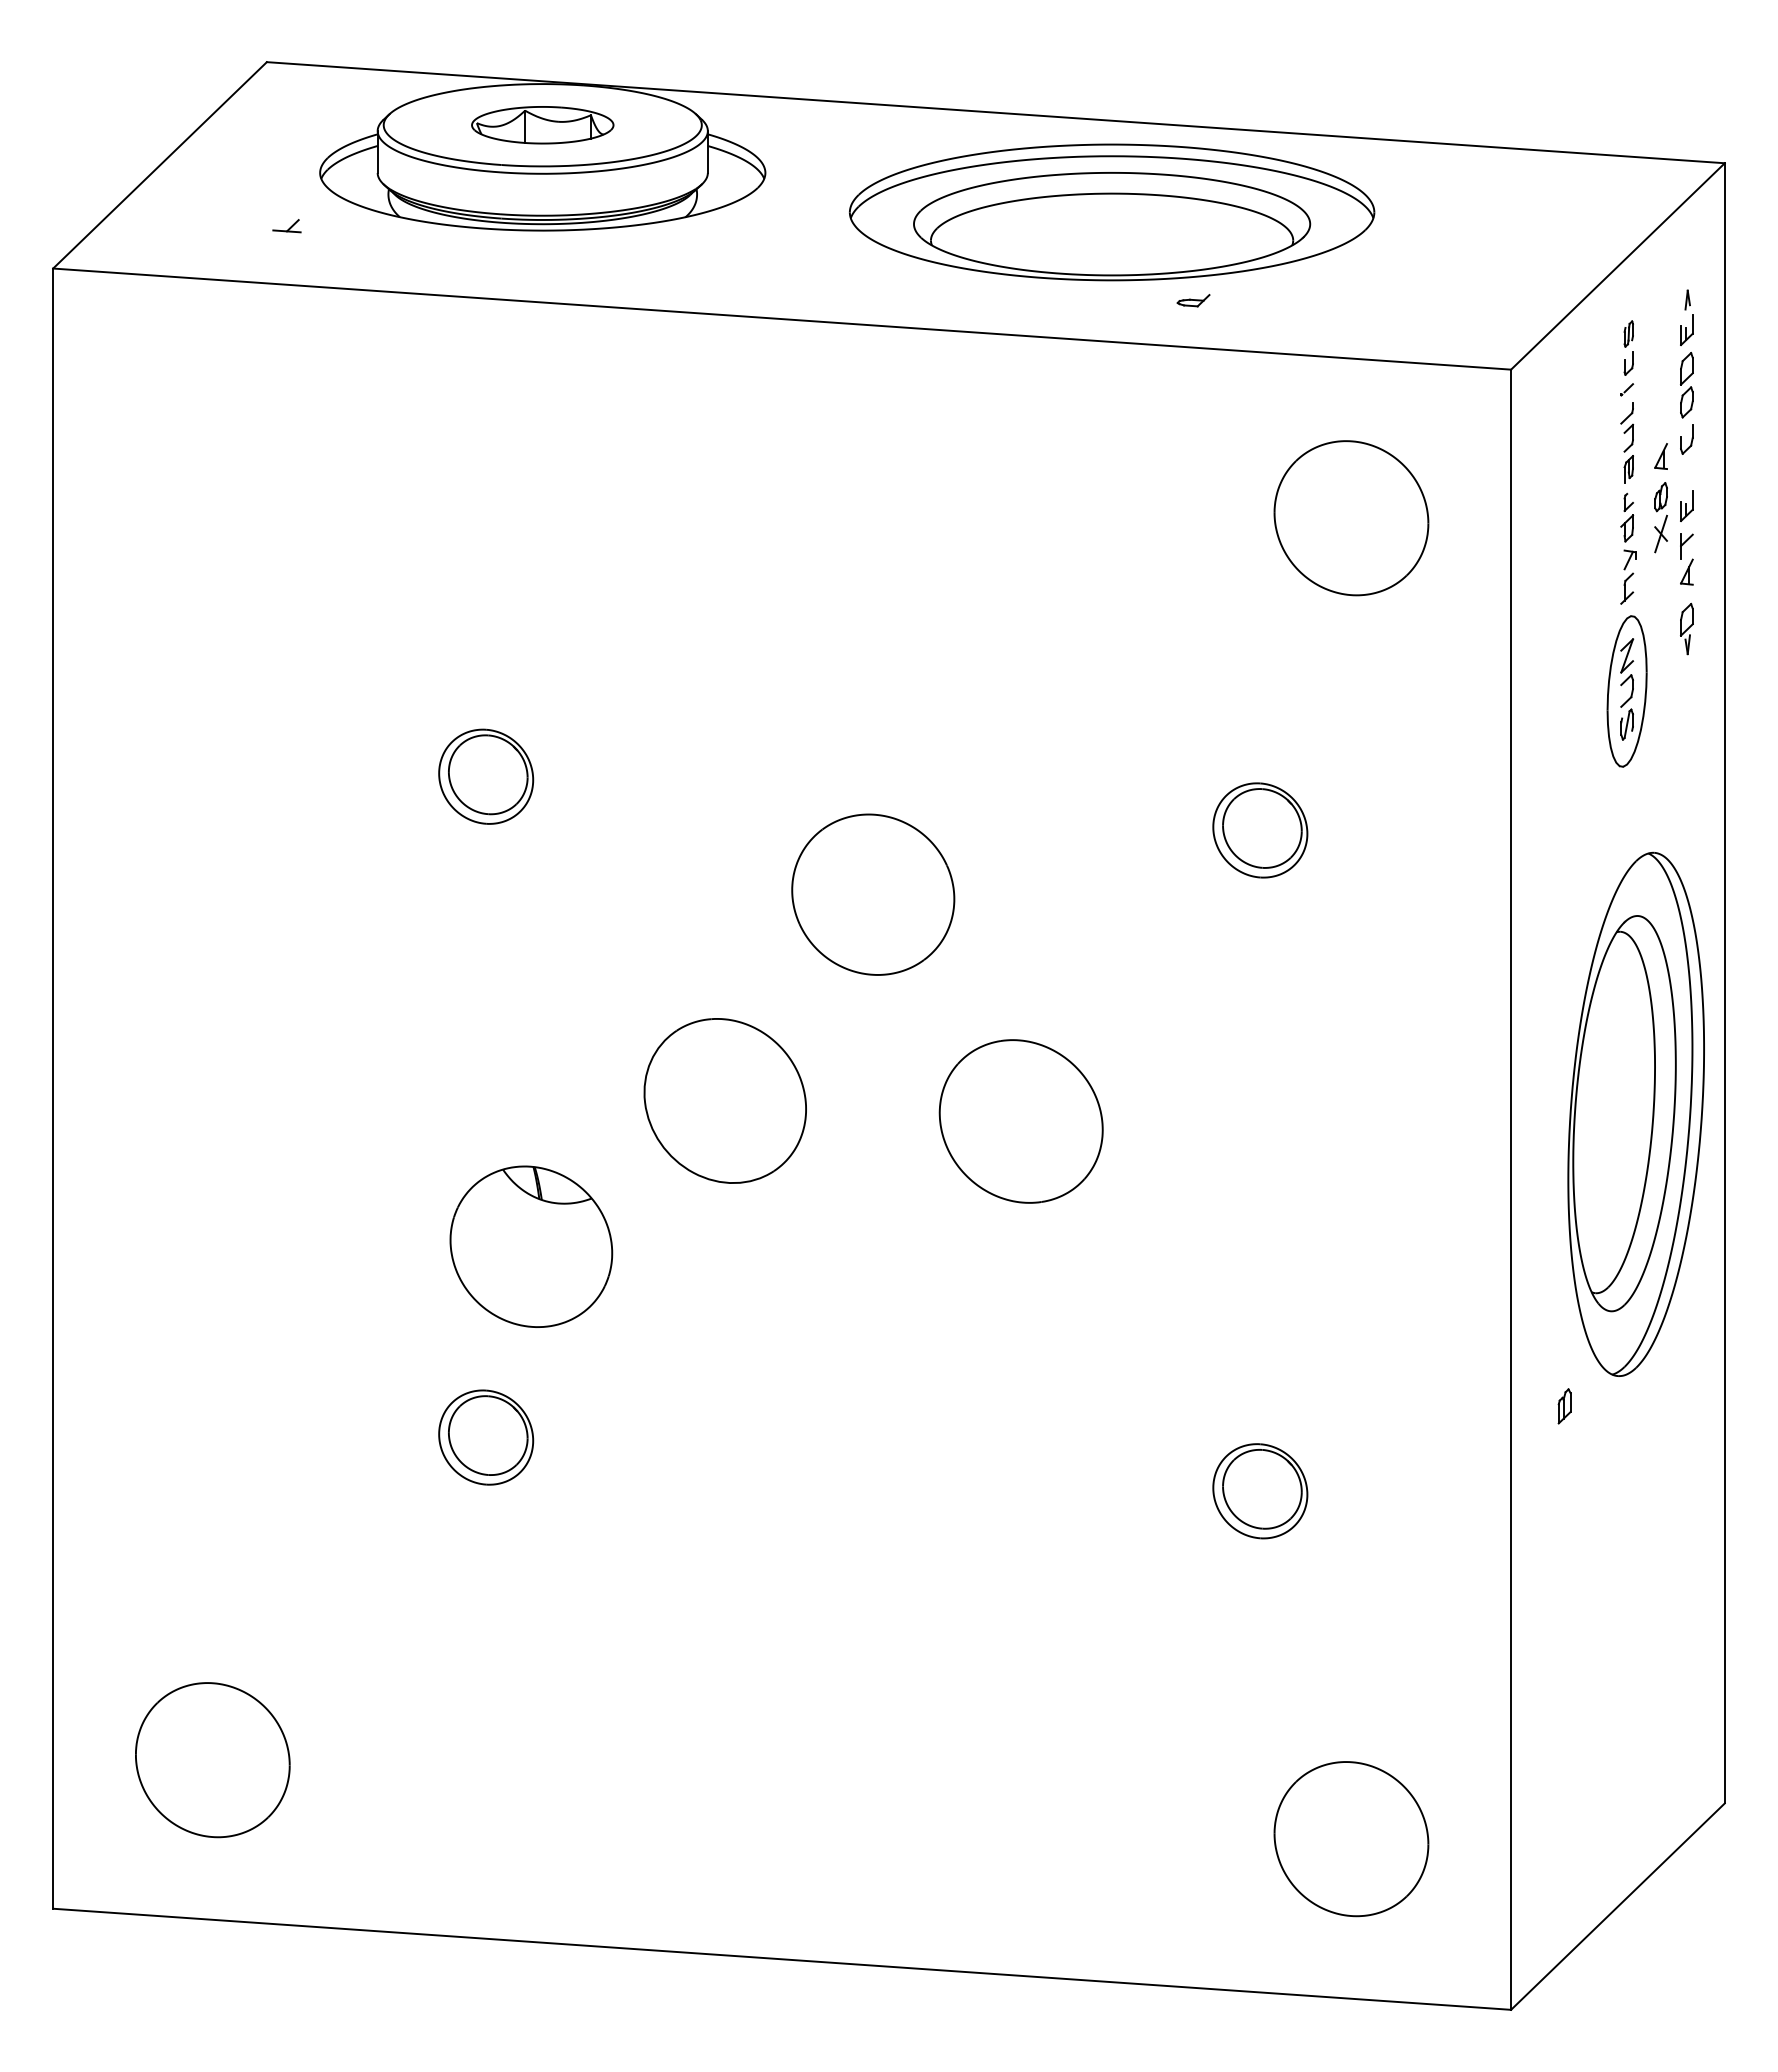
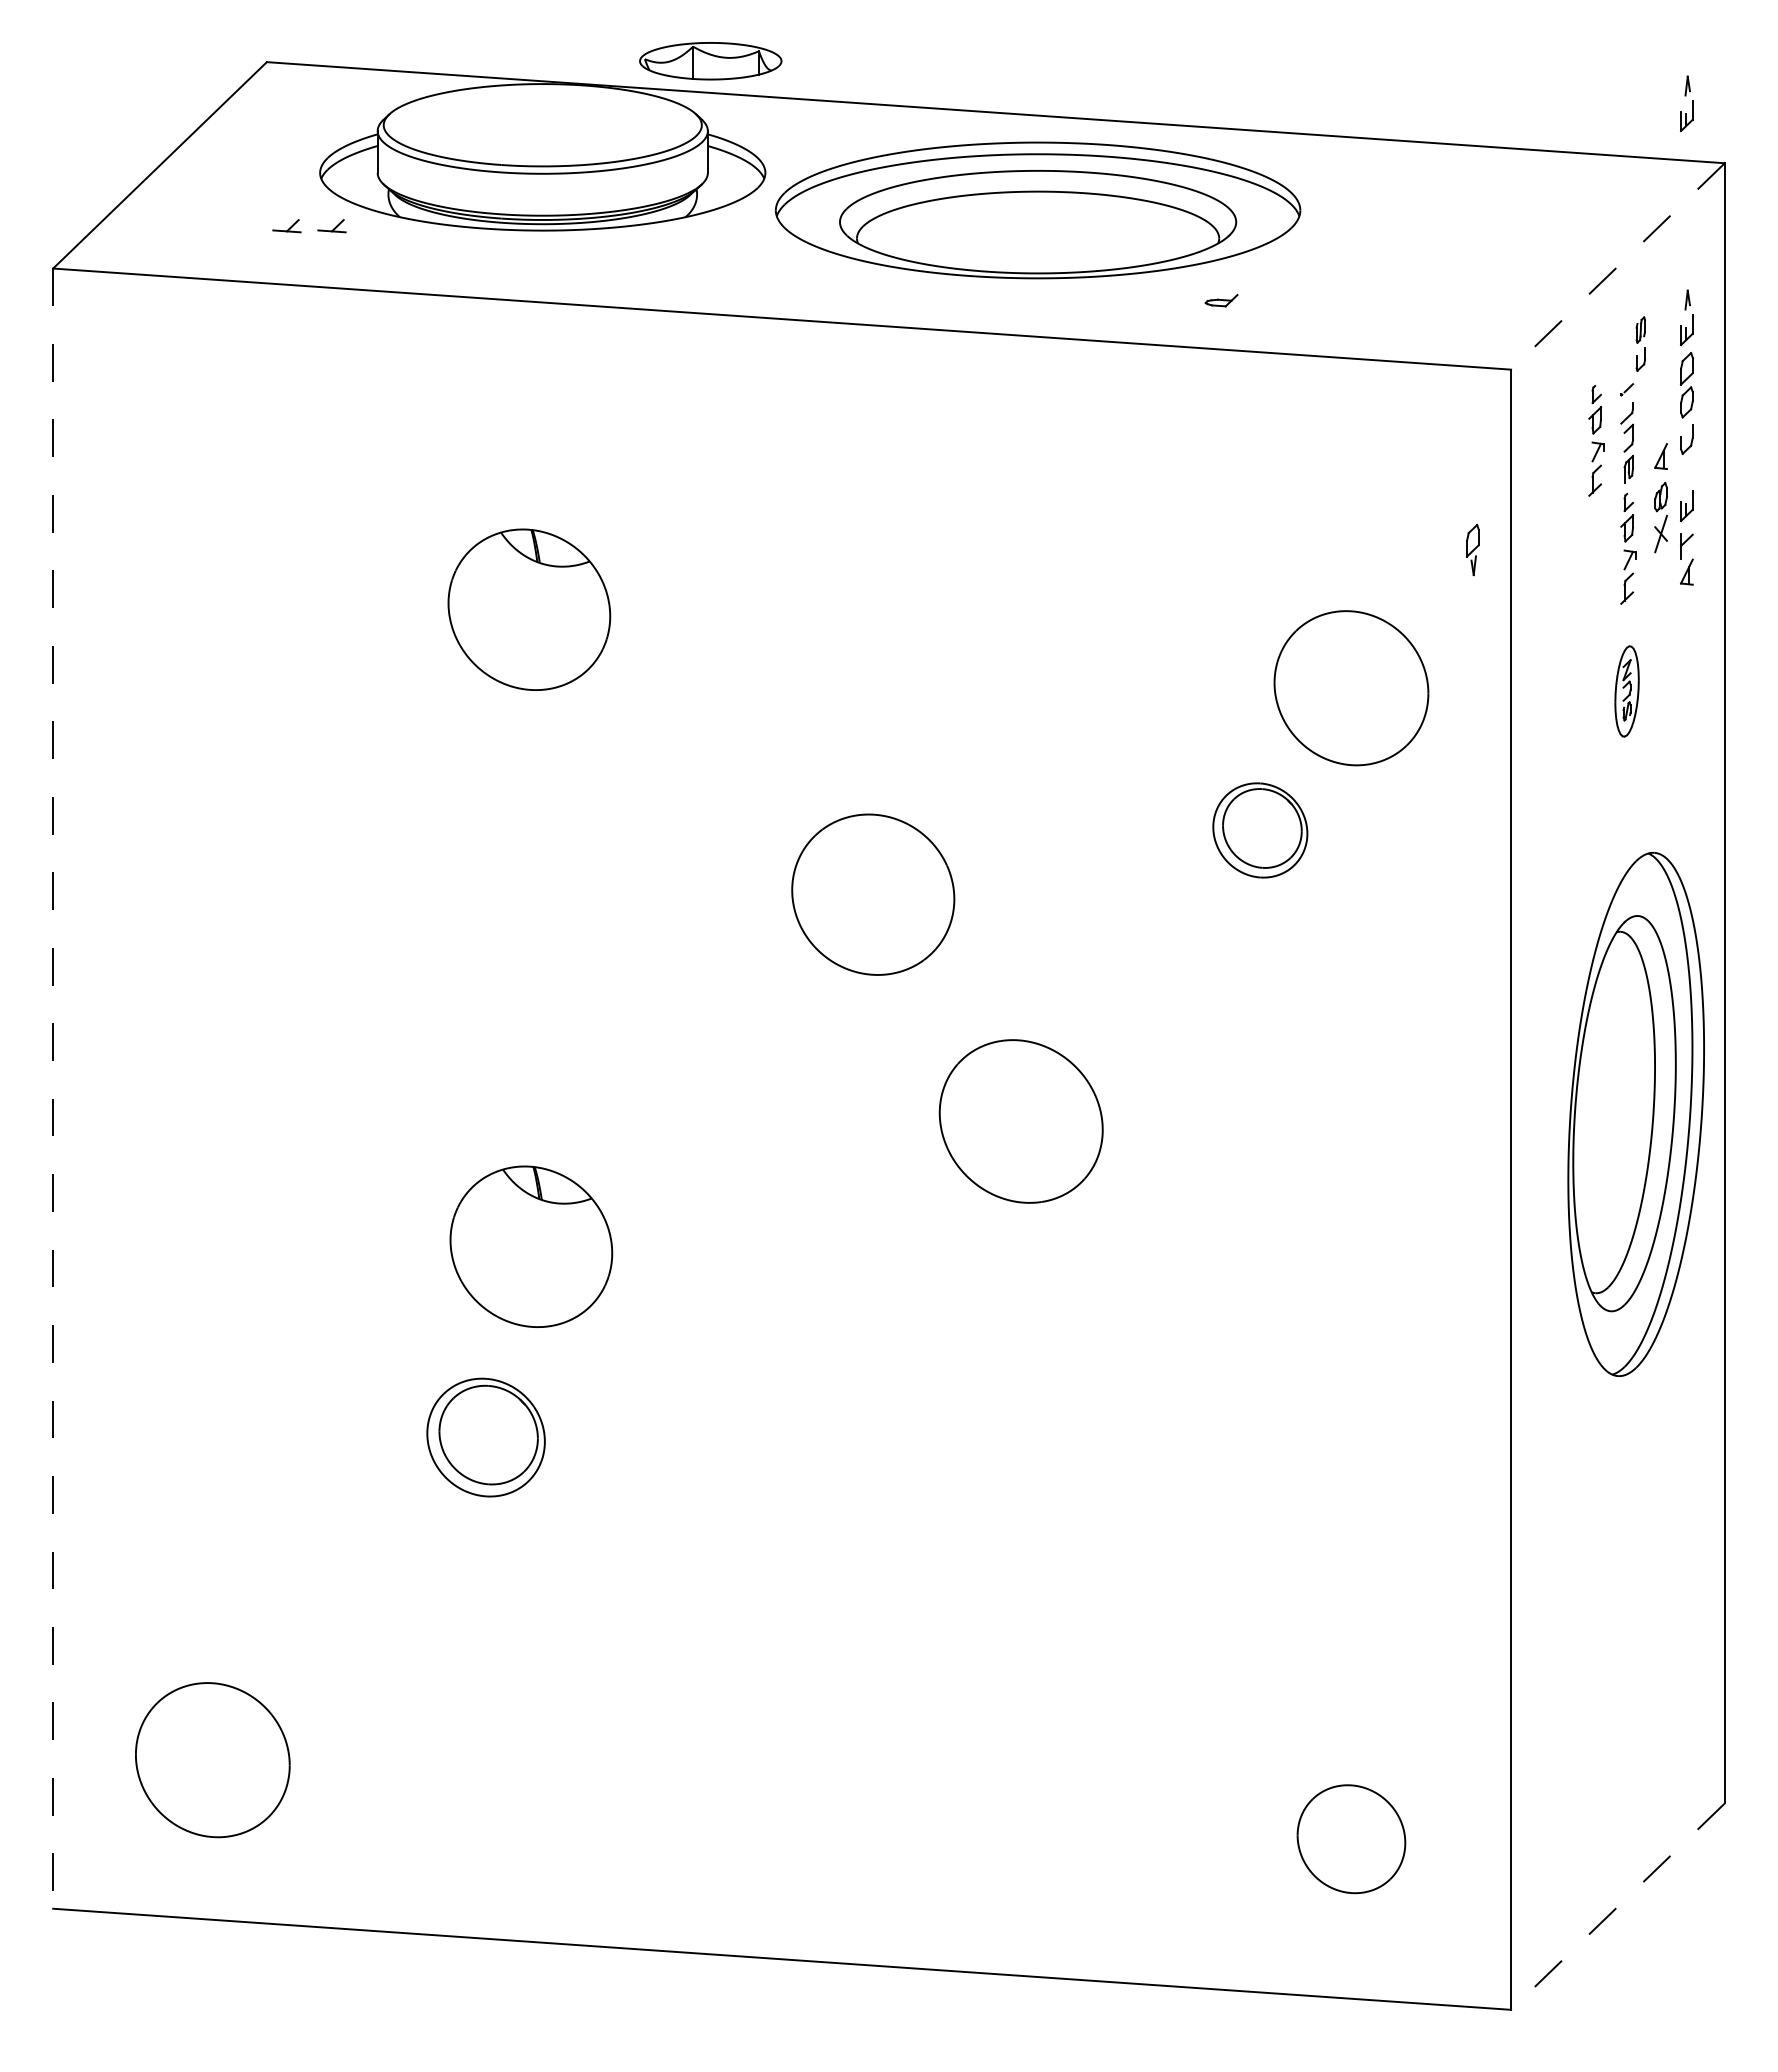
part at (1686, 103): none -> present
part at (542, 125) position: (542, 125) -> (710, 61)
part at (1112, 212) position: (1112, 212) -> (1038, 210)
part at (331, 226): none -> present
line at (1617, 266): solid -> dashed
part at (1193, 300) position: (1193, 300) -> (1221, 300)
part at (1628, 347) position: (1628, 347) -> (1640, 343)
part at (1596, 440): none -> present
part at (1351, 518) position: (1351, 518) -> (1351, 688)
part at (529, 609): none -> present
part at (1686, 628) position: (1686, 628) -> (1472, 549)
part at (1626, 691) size: 42x153 px -> 26x93 px
part at (486, 776): present -> none
line at (53, 1089): solid -> dashed
part at (724, 1100): present -> none
part at (1564, 1406): present -> none
part at (486, 1437) size: 97x97 px -> 120x121 px
part at (1260, 1491): present -> none
part at (1351, 1839) size: 157x157 px -> 111x111 px
line at (1617, 1906): solid -> dashed
